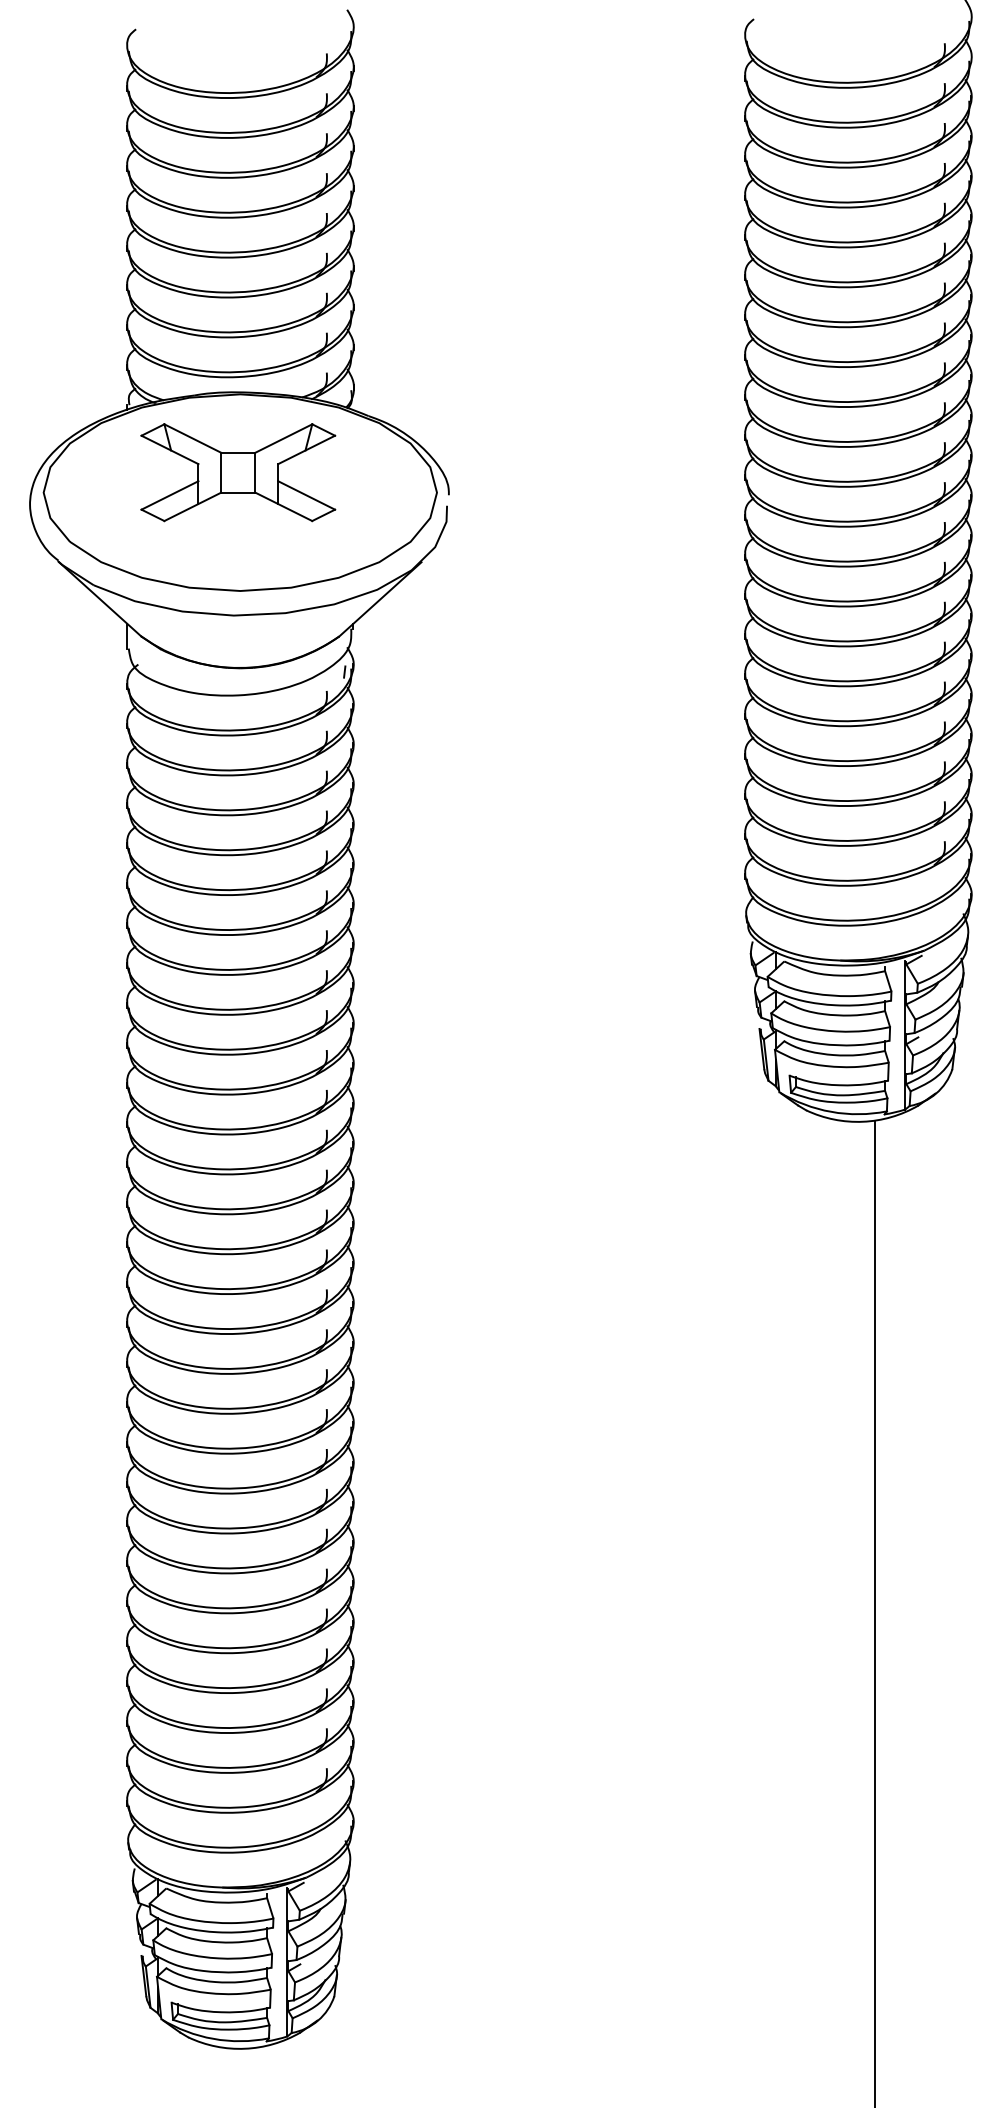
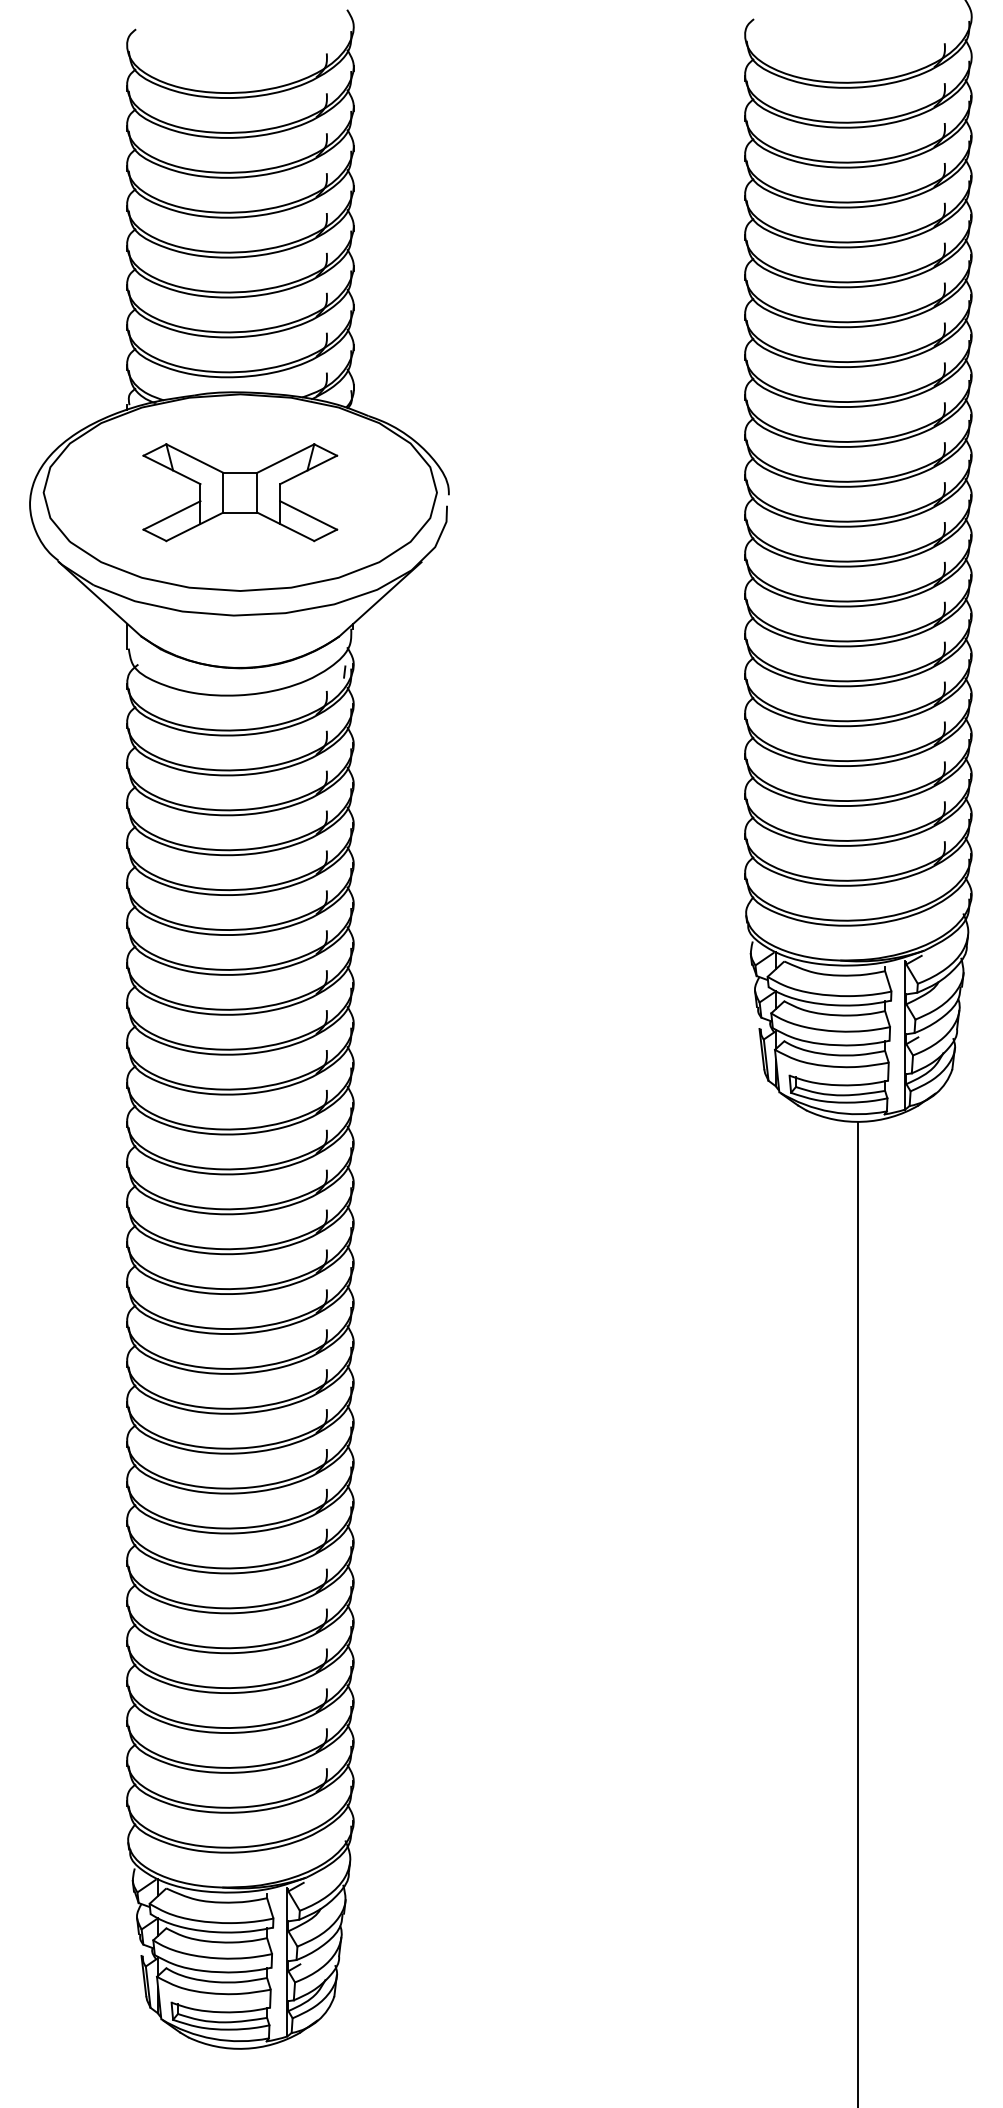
part at (238, 472) position: (238, 472) -> (240, 492)
line at (875, 1612) position: (875, 1612) -> (858, 1612)
